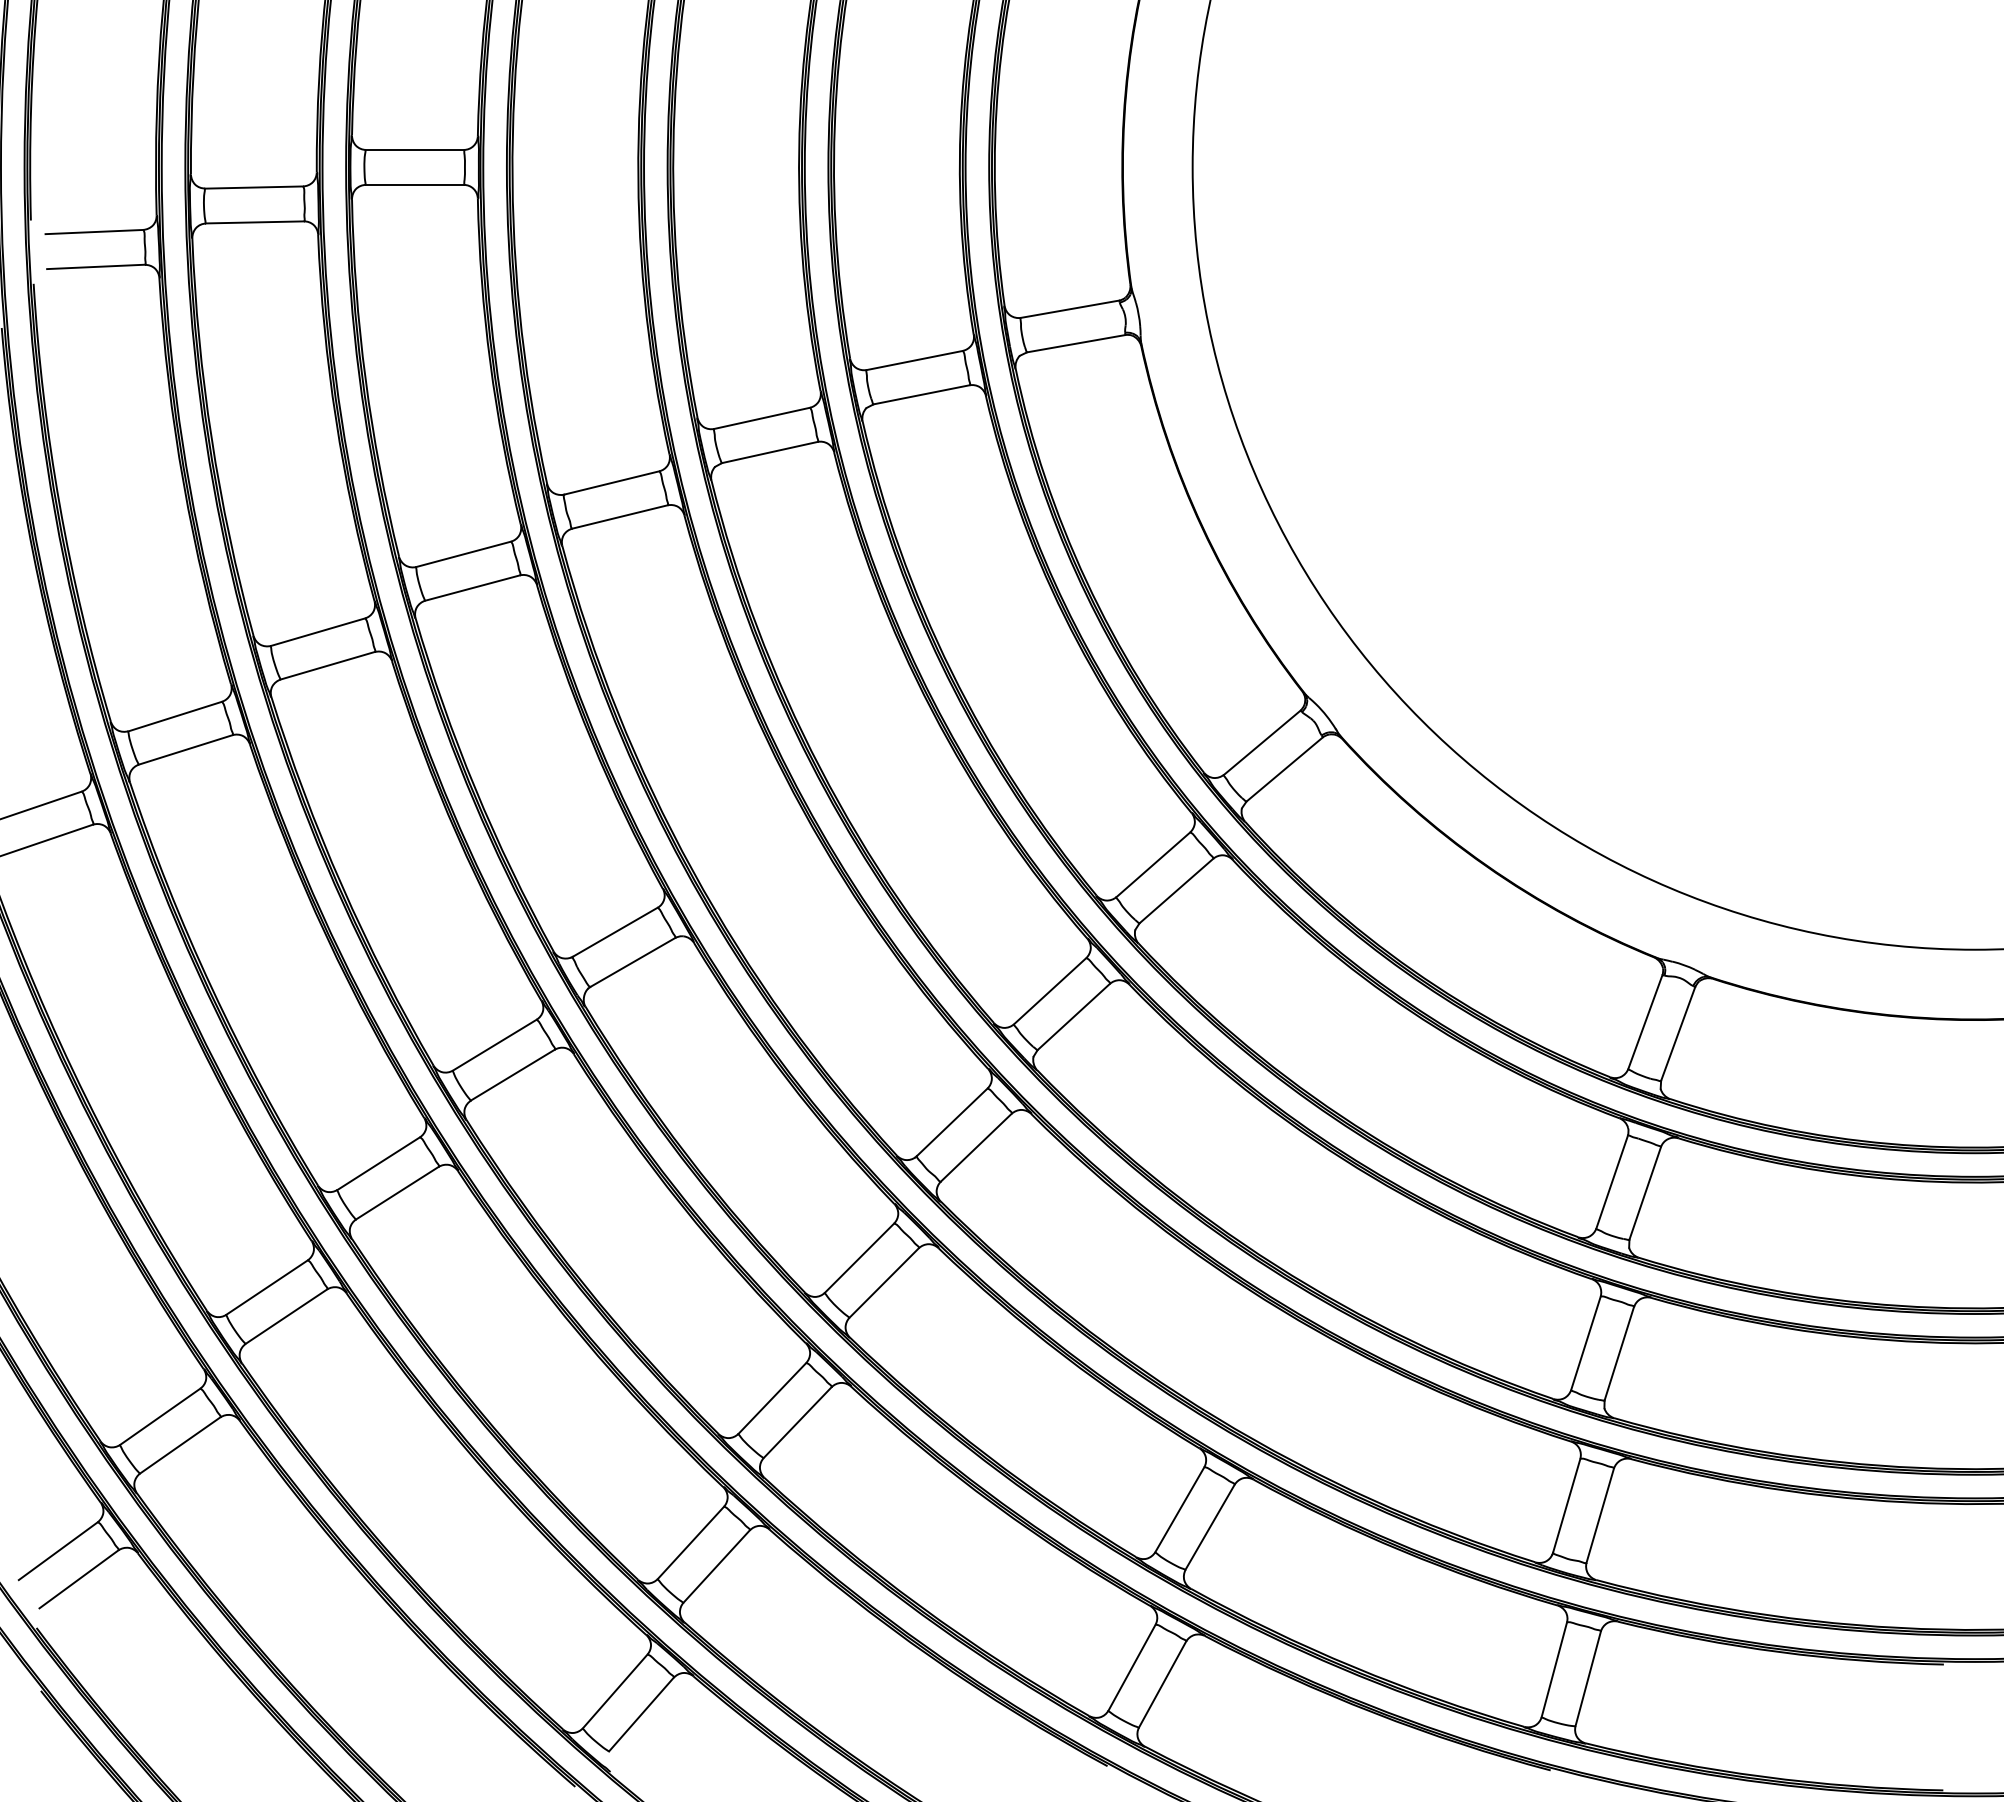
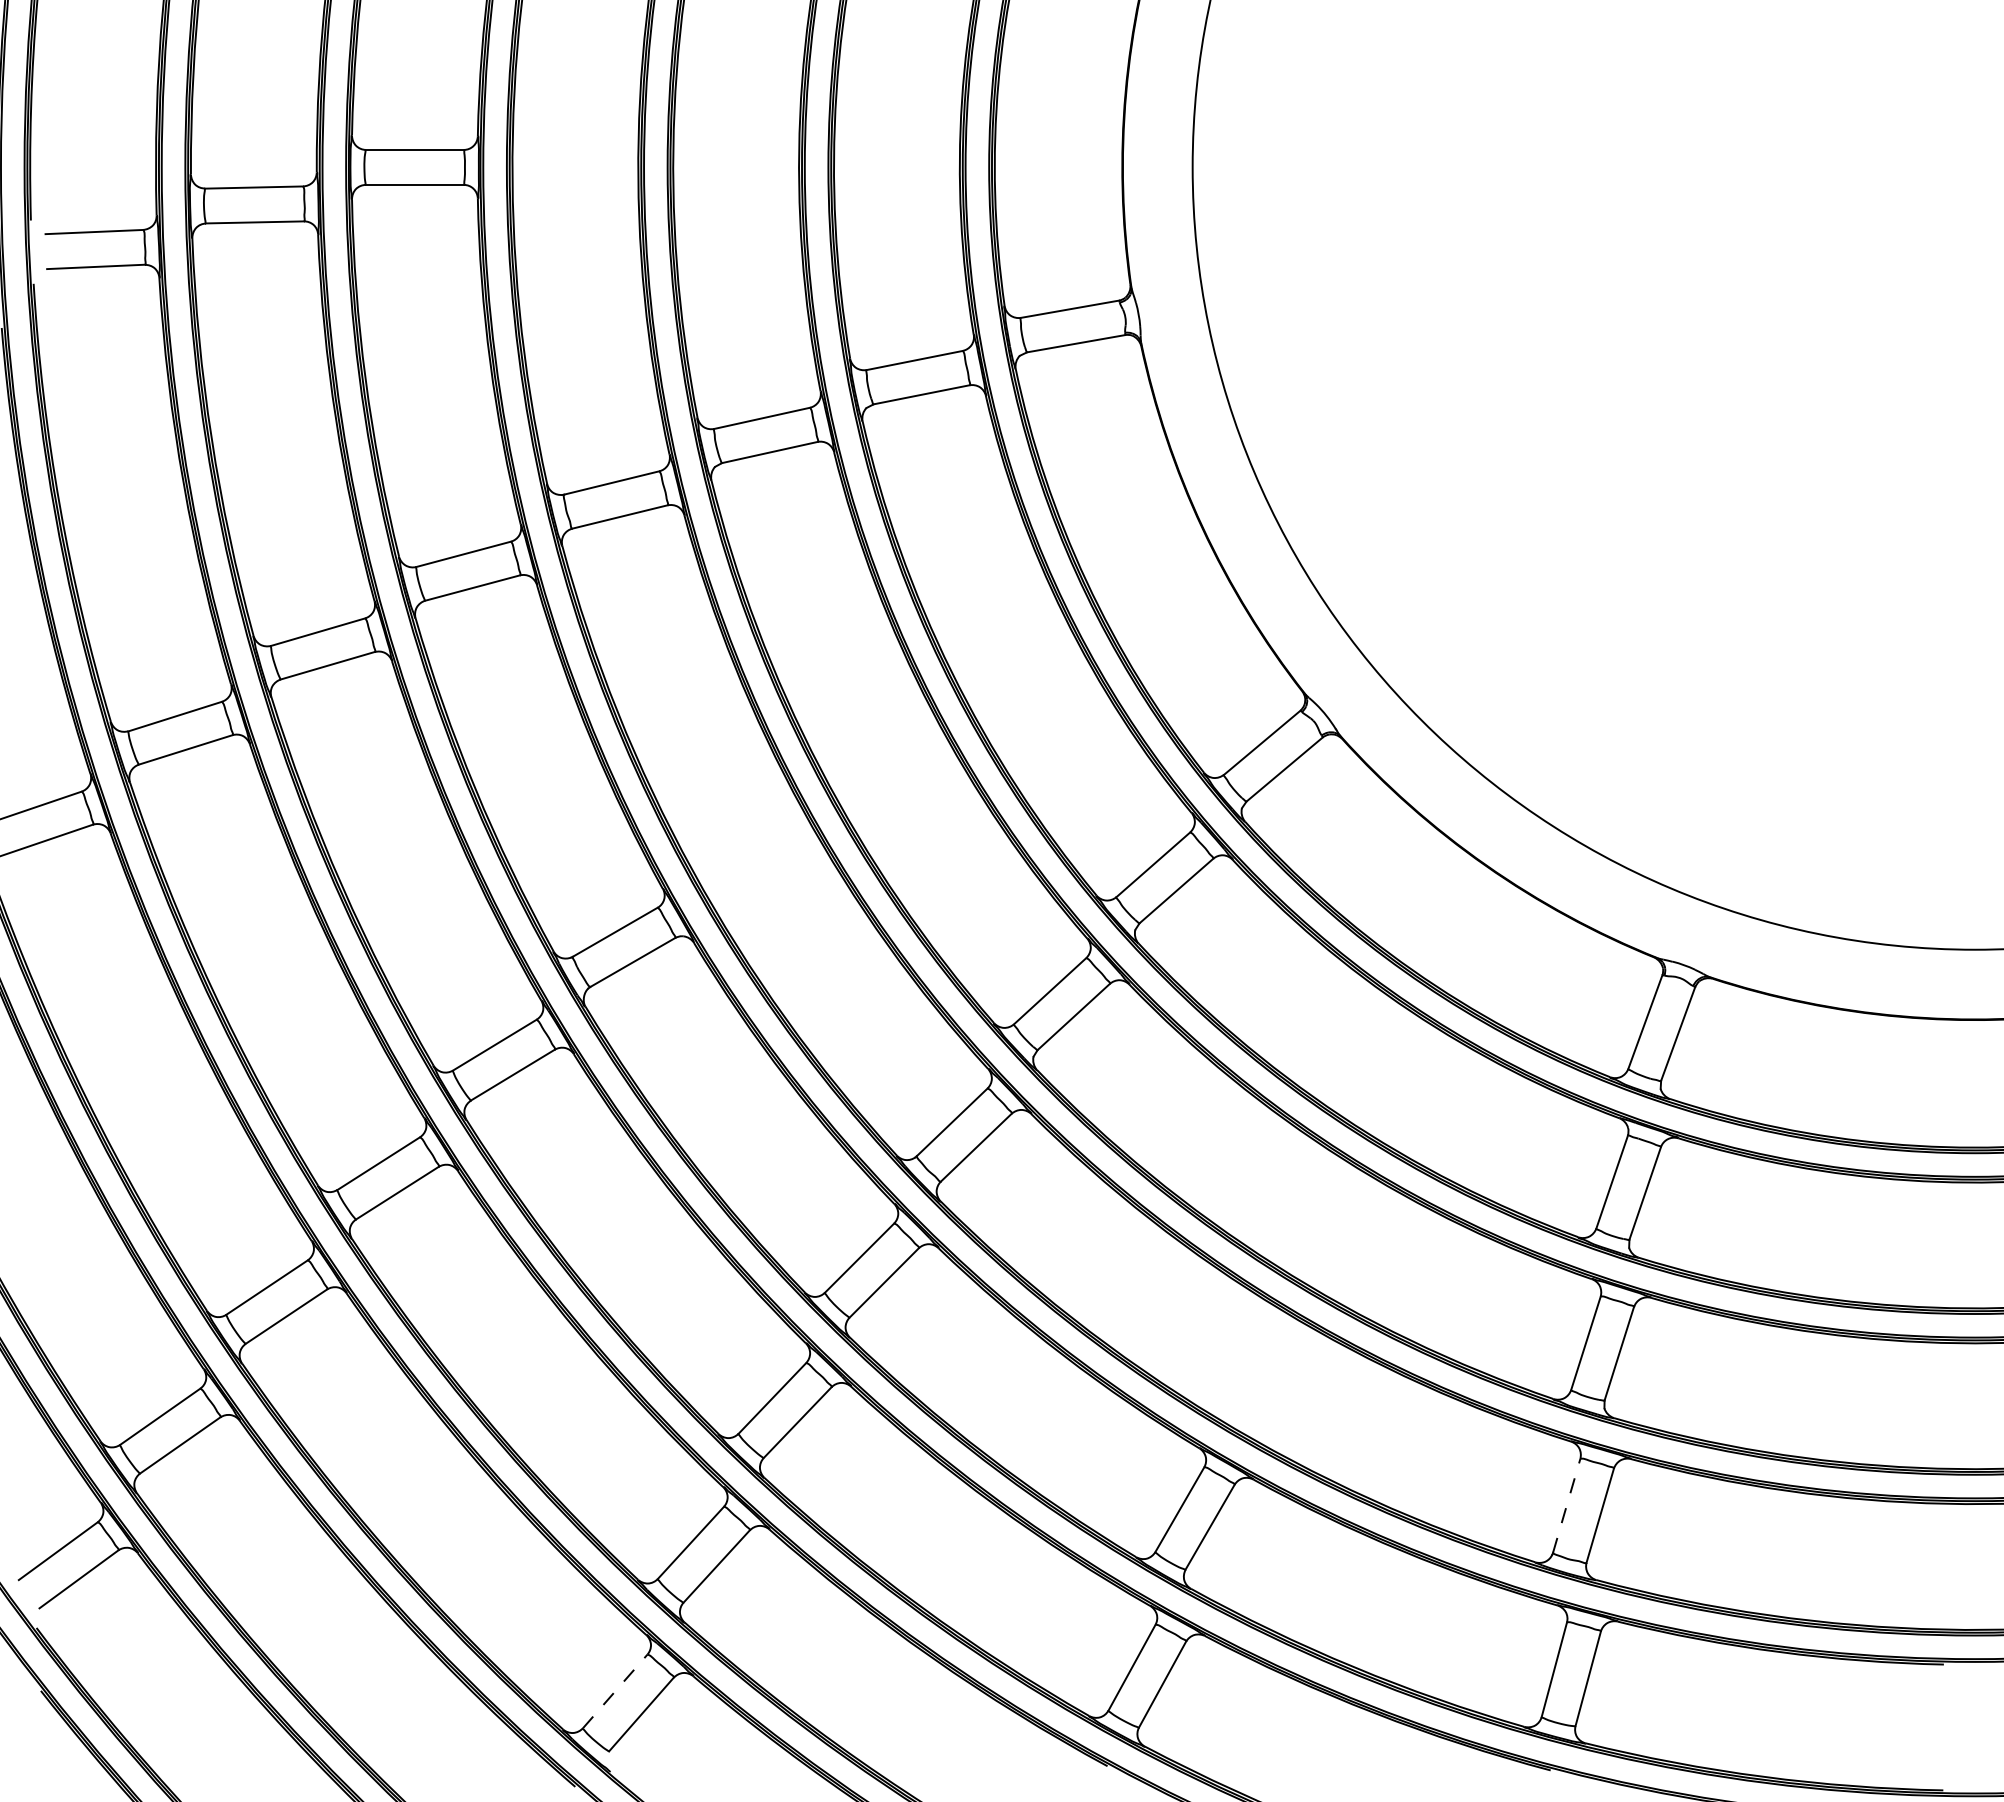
line at (1566, 1505): solid -> dashed
line at (615, 1691): solid -> dashed
